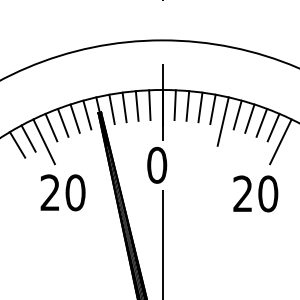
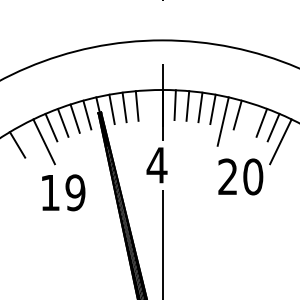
line at (149, 105): present -> none
line at (249, 118): present -> none
line at (28, 138): present -> none
text at (156, 164): 0 -> 4
text at (62, 192): 20 -> 19
text at (255, 193) position: (255, 193) -> (240, 176)
